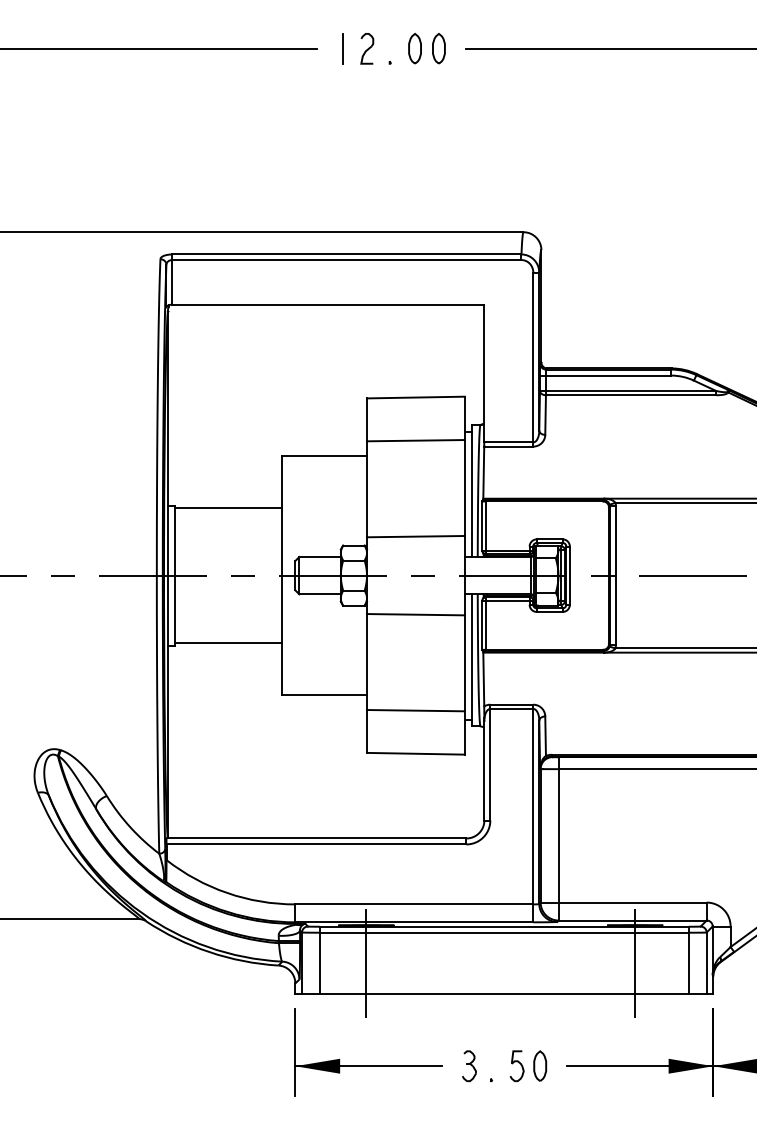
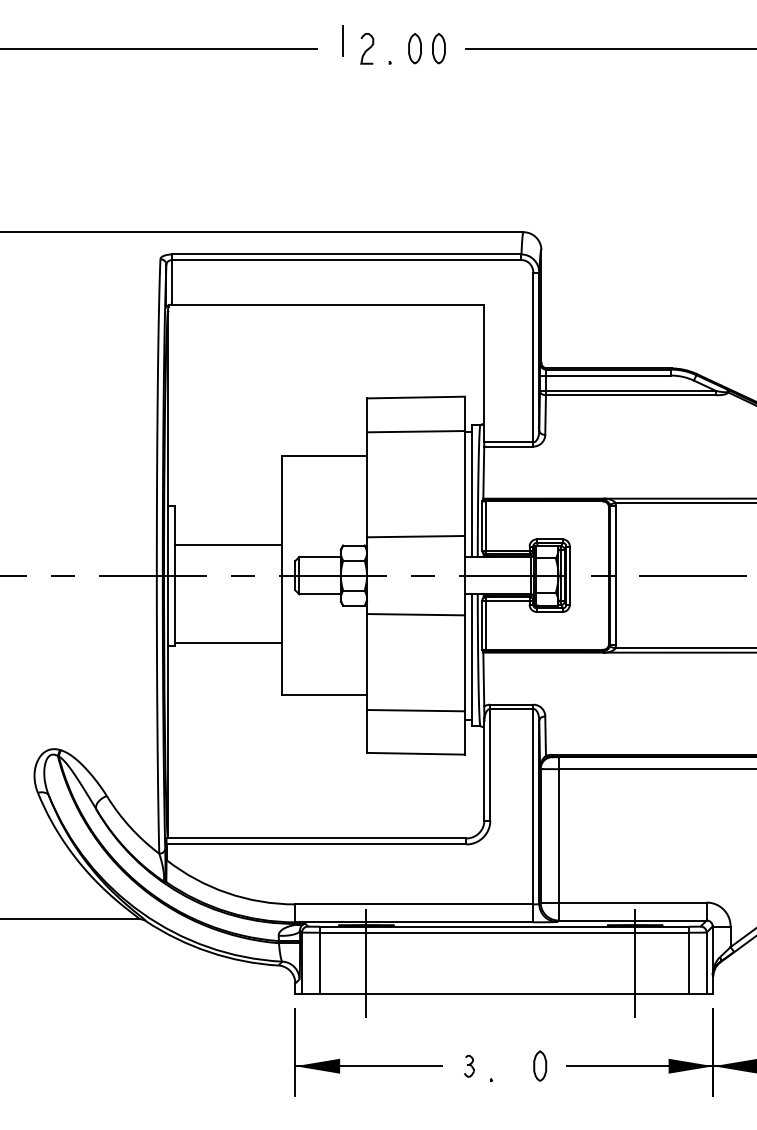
line at (342, 48) position: (342, 48) -> (342, 40)
line at (415, 440) position: (415, 440) -> (415, 431)
line at (228, 508) position: (228, 508) -> (228, 545)
curve at (518, 1063): present -> none
part at (469, 1066) size: 15x33 px -> 11x23 px
